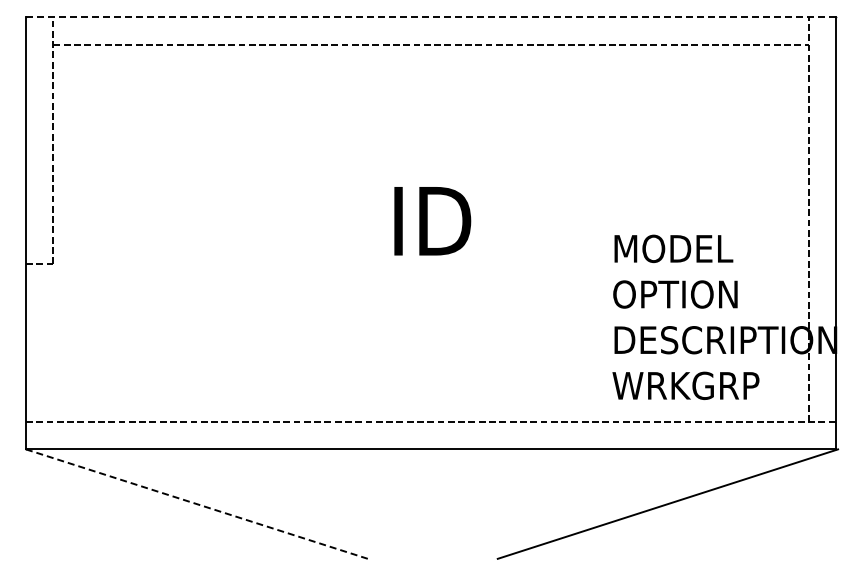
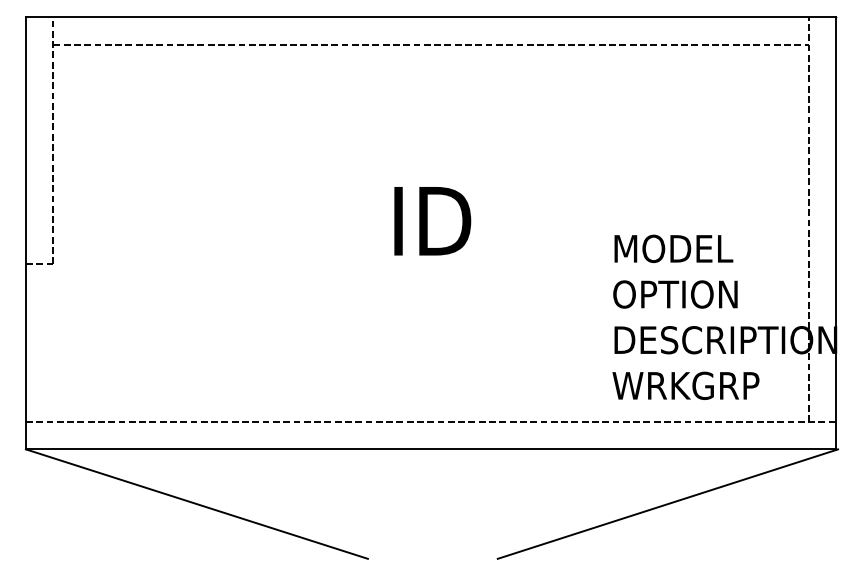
line at (431, 17): dashed -> solid
line at (196, 504): dashed -> solid
